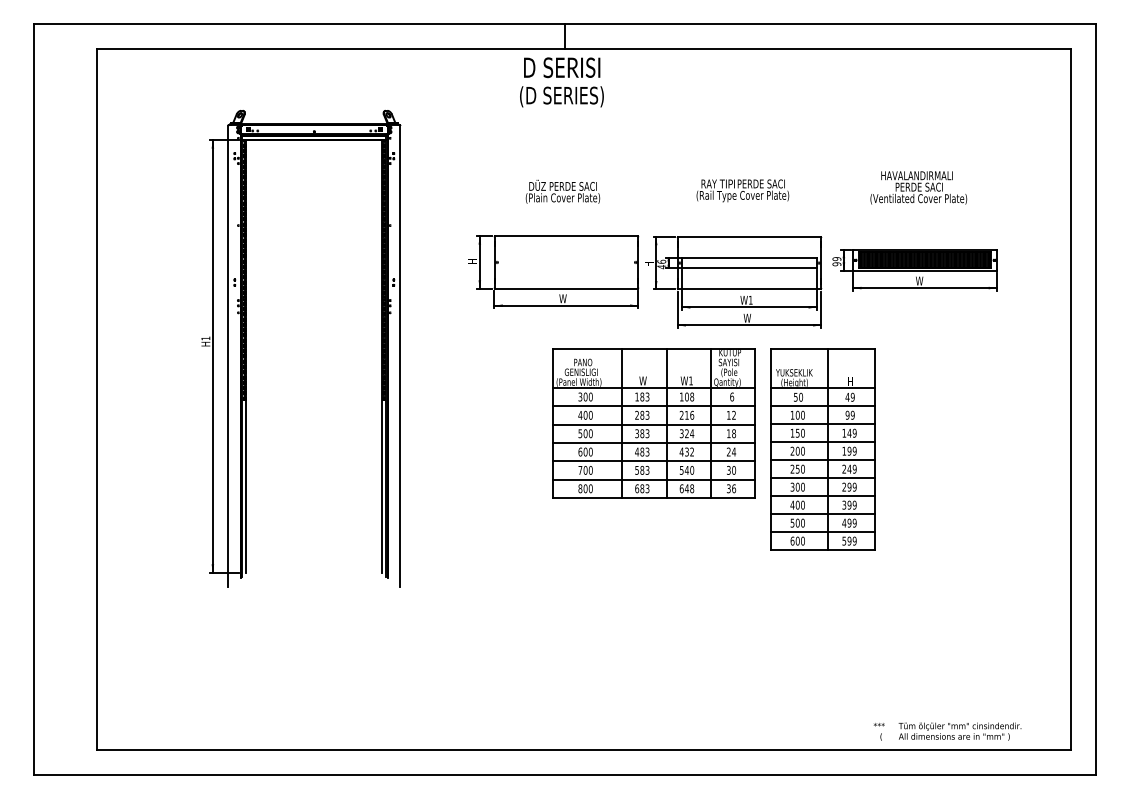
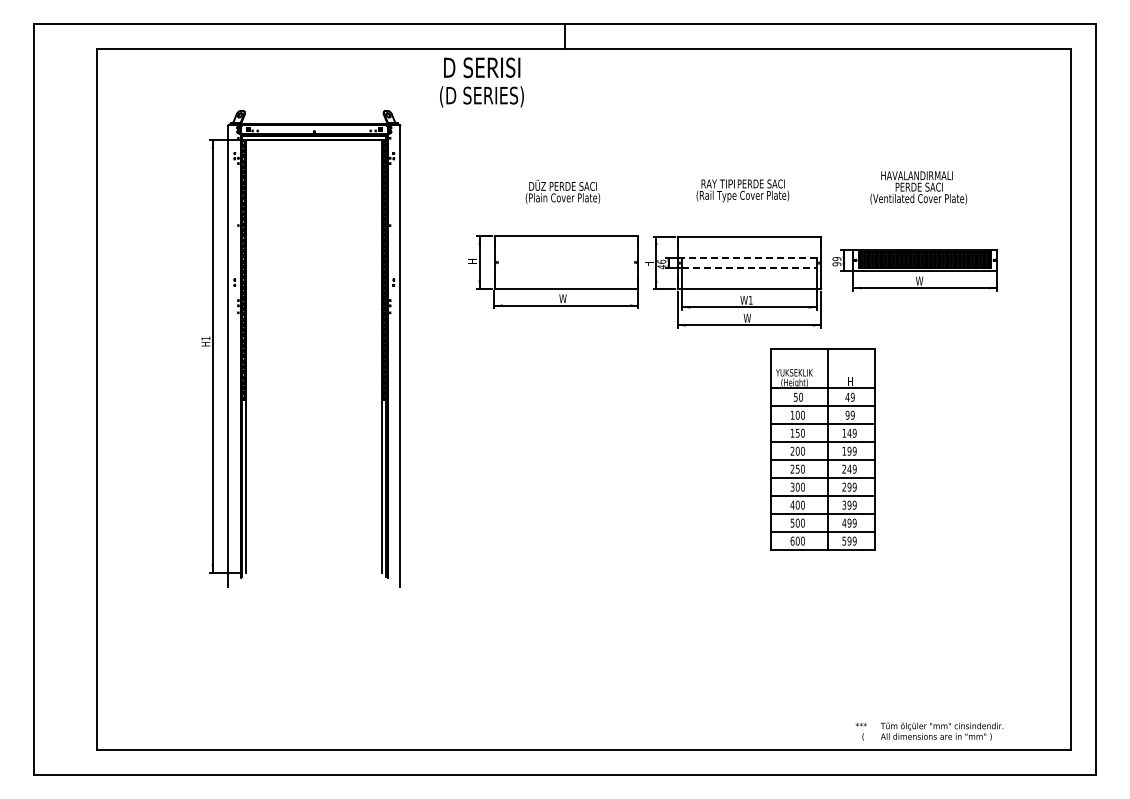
text at (561, 82) position: (561, 82) -> (481, 82)
line at (748, 258): solid -> dashed
line at (749, 267): solid -> dashed
part at (653, 423): present -> none
text at (947, 731) position: (947, 731) -> (929, 731)
